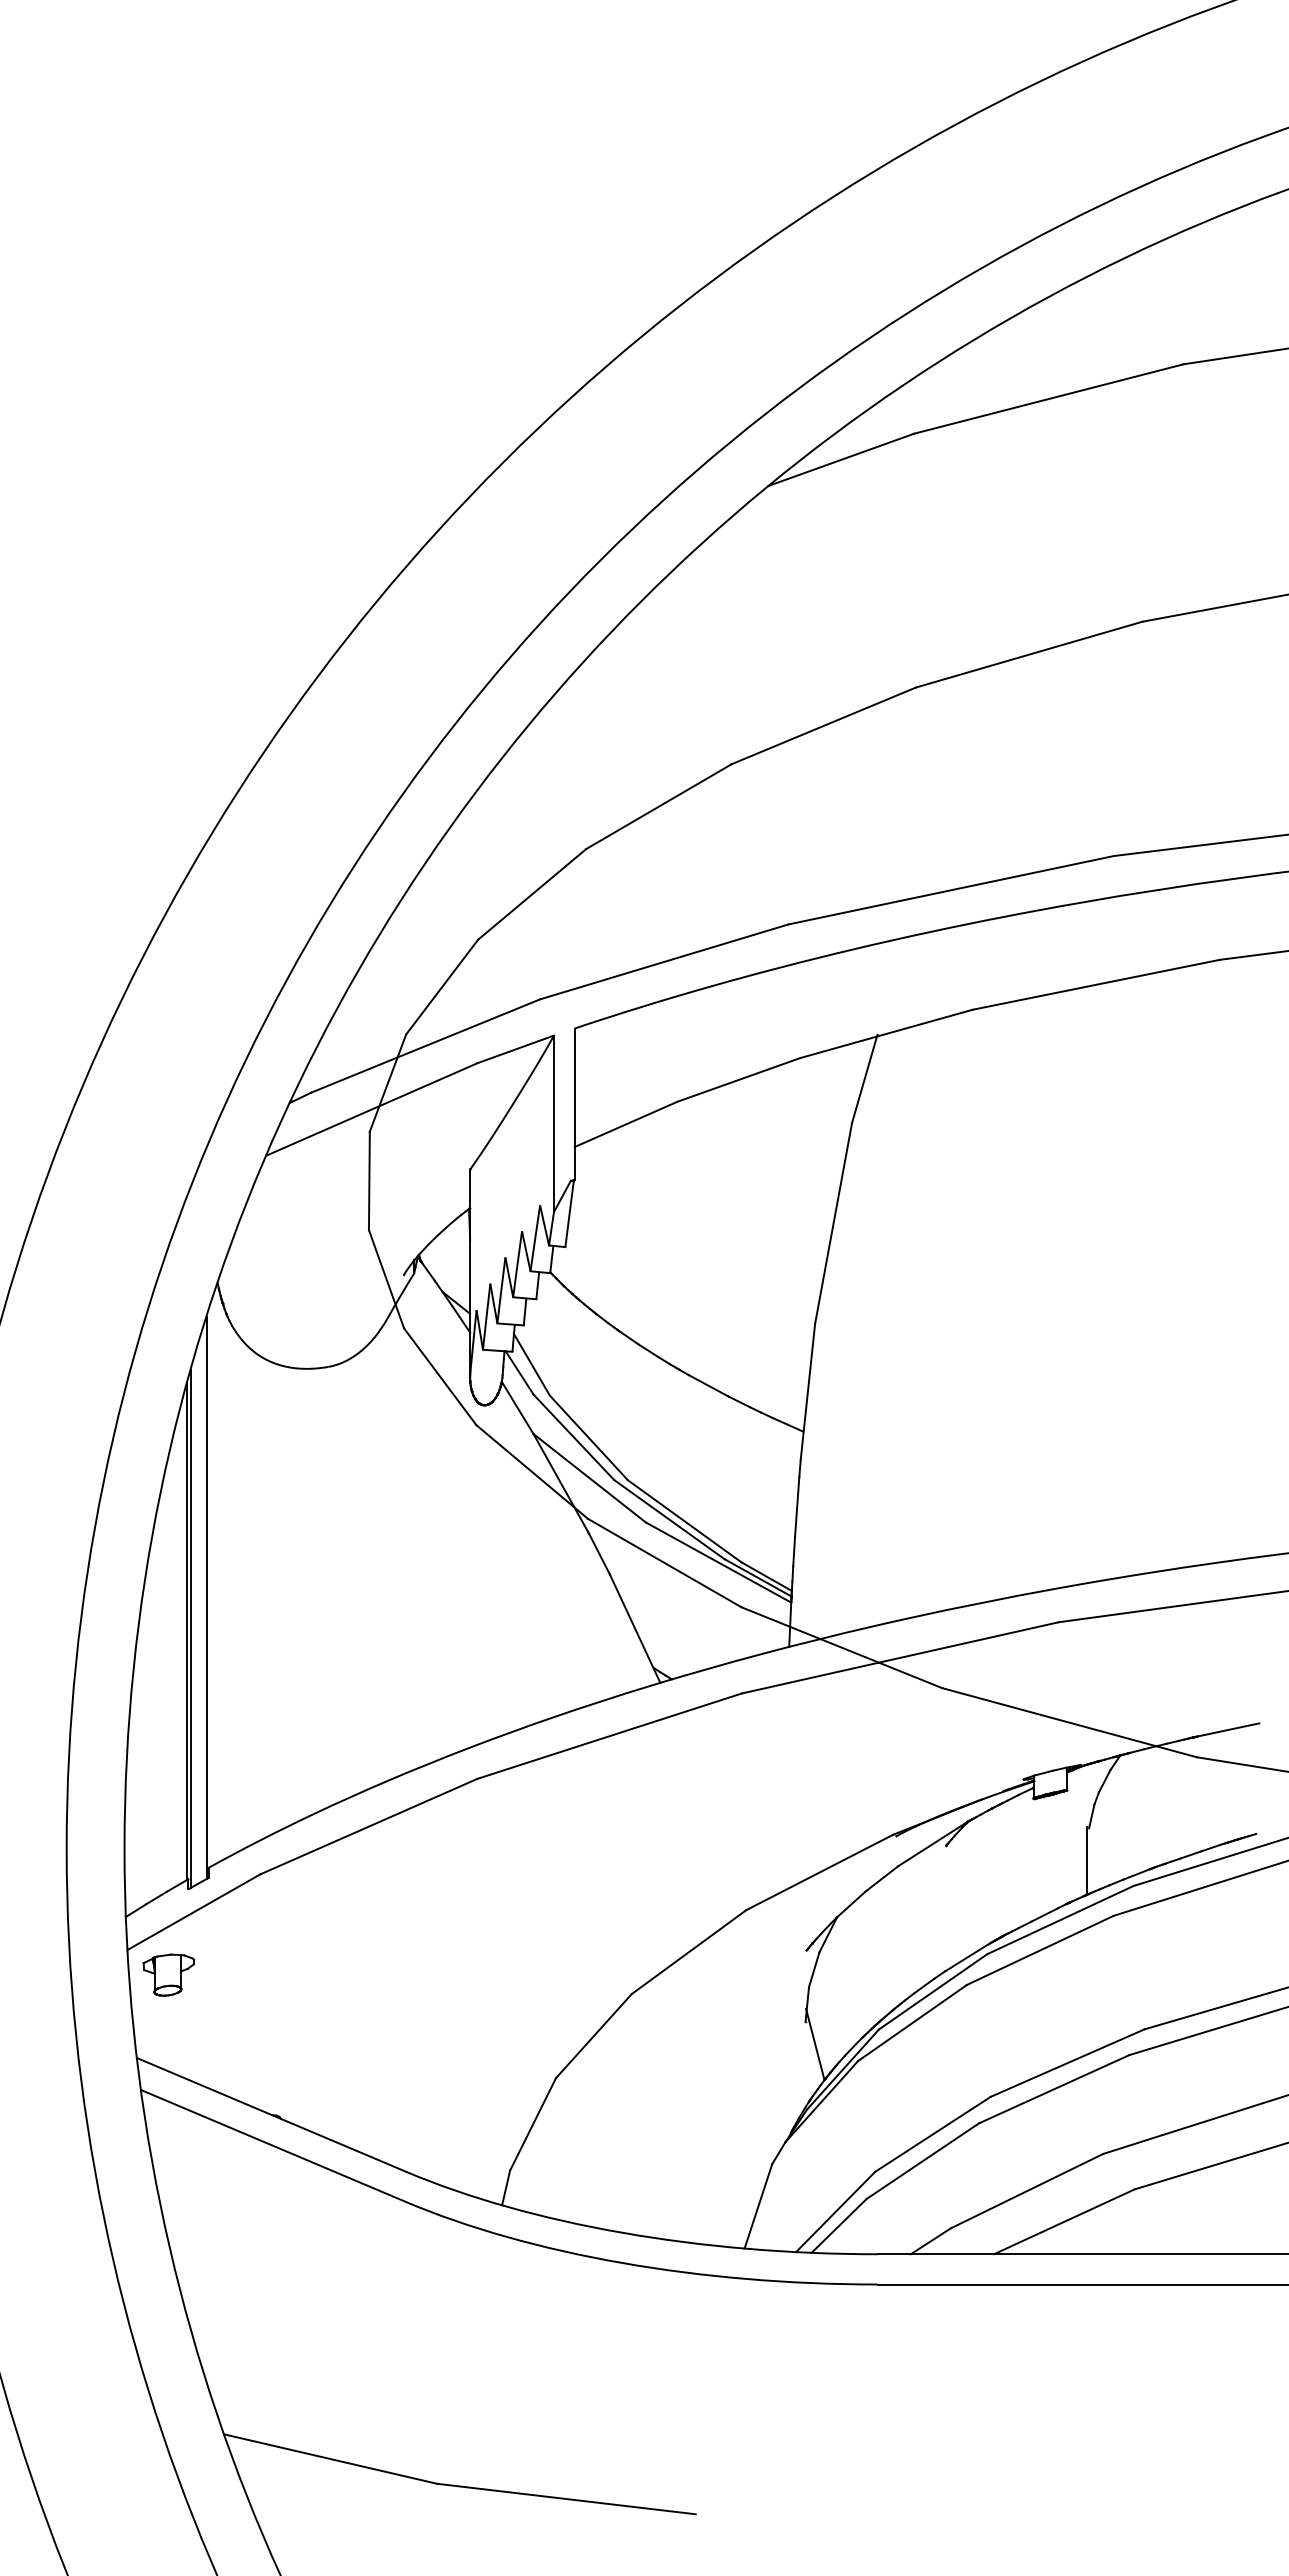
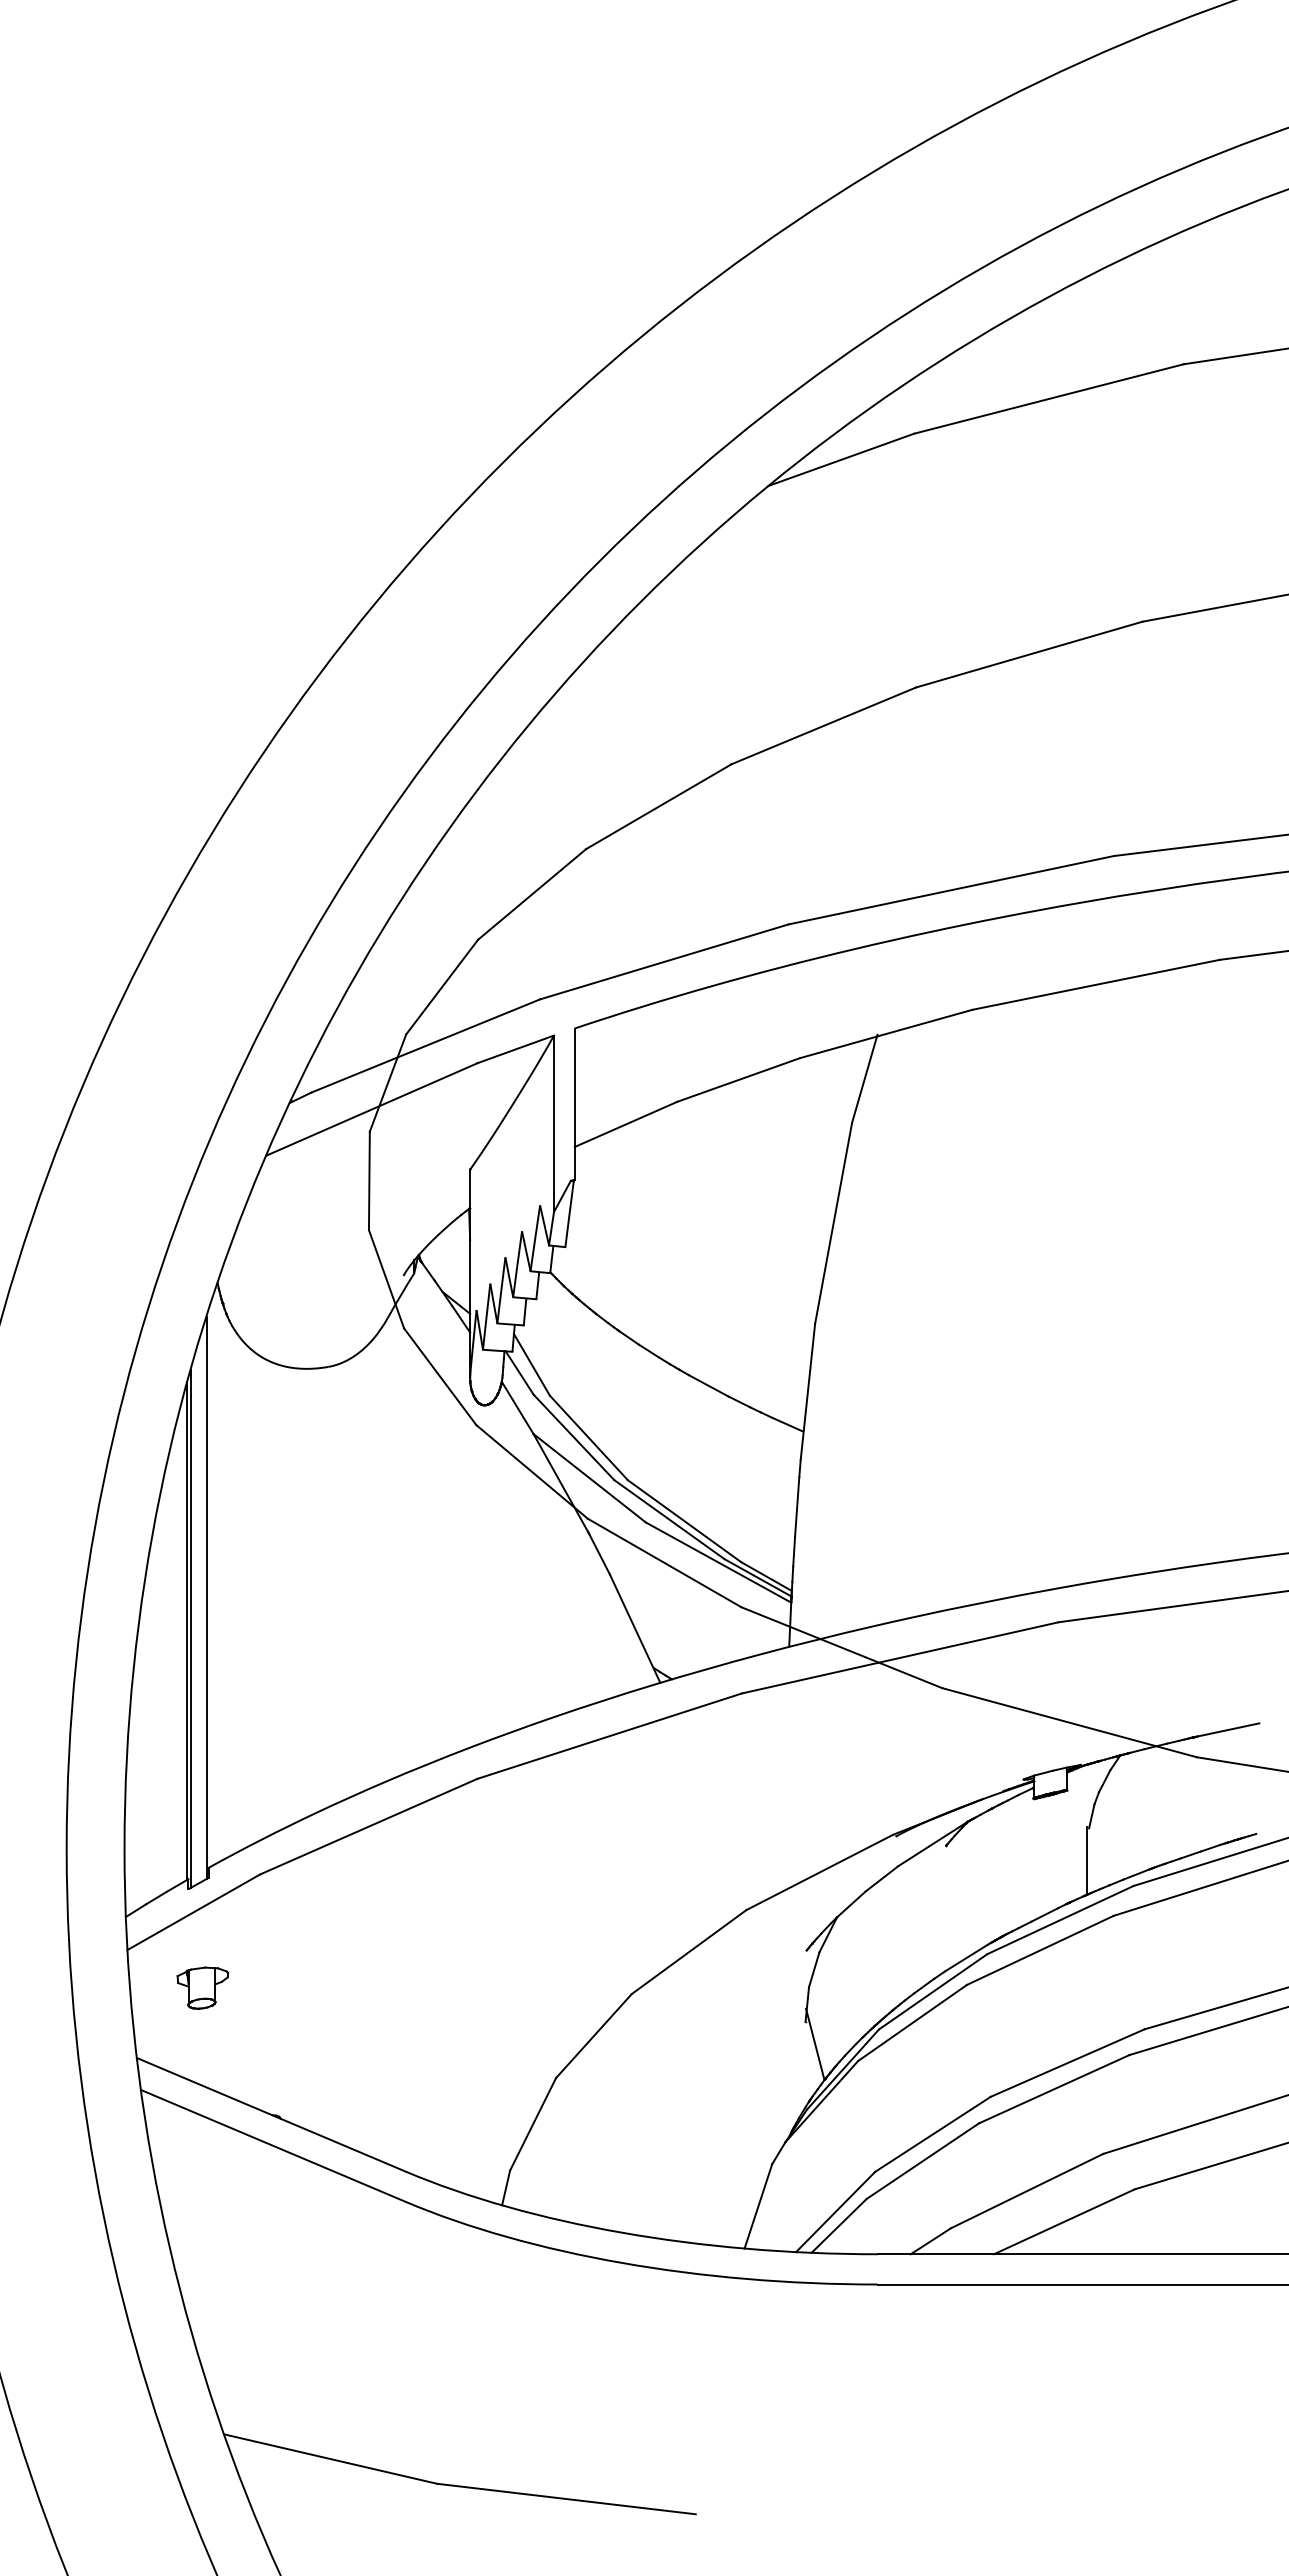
part at (168, 1974) position: (168, 1974) -> (202, 1987)
